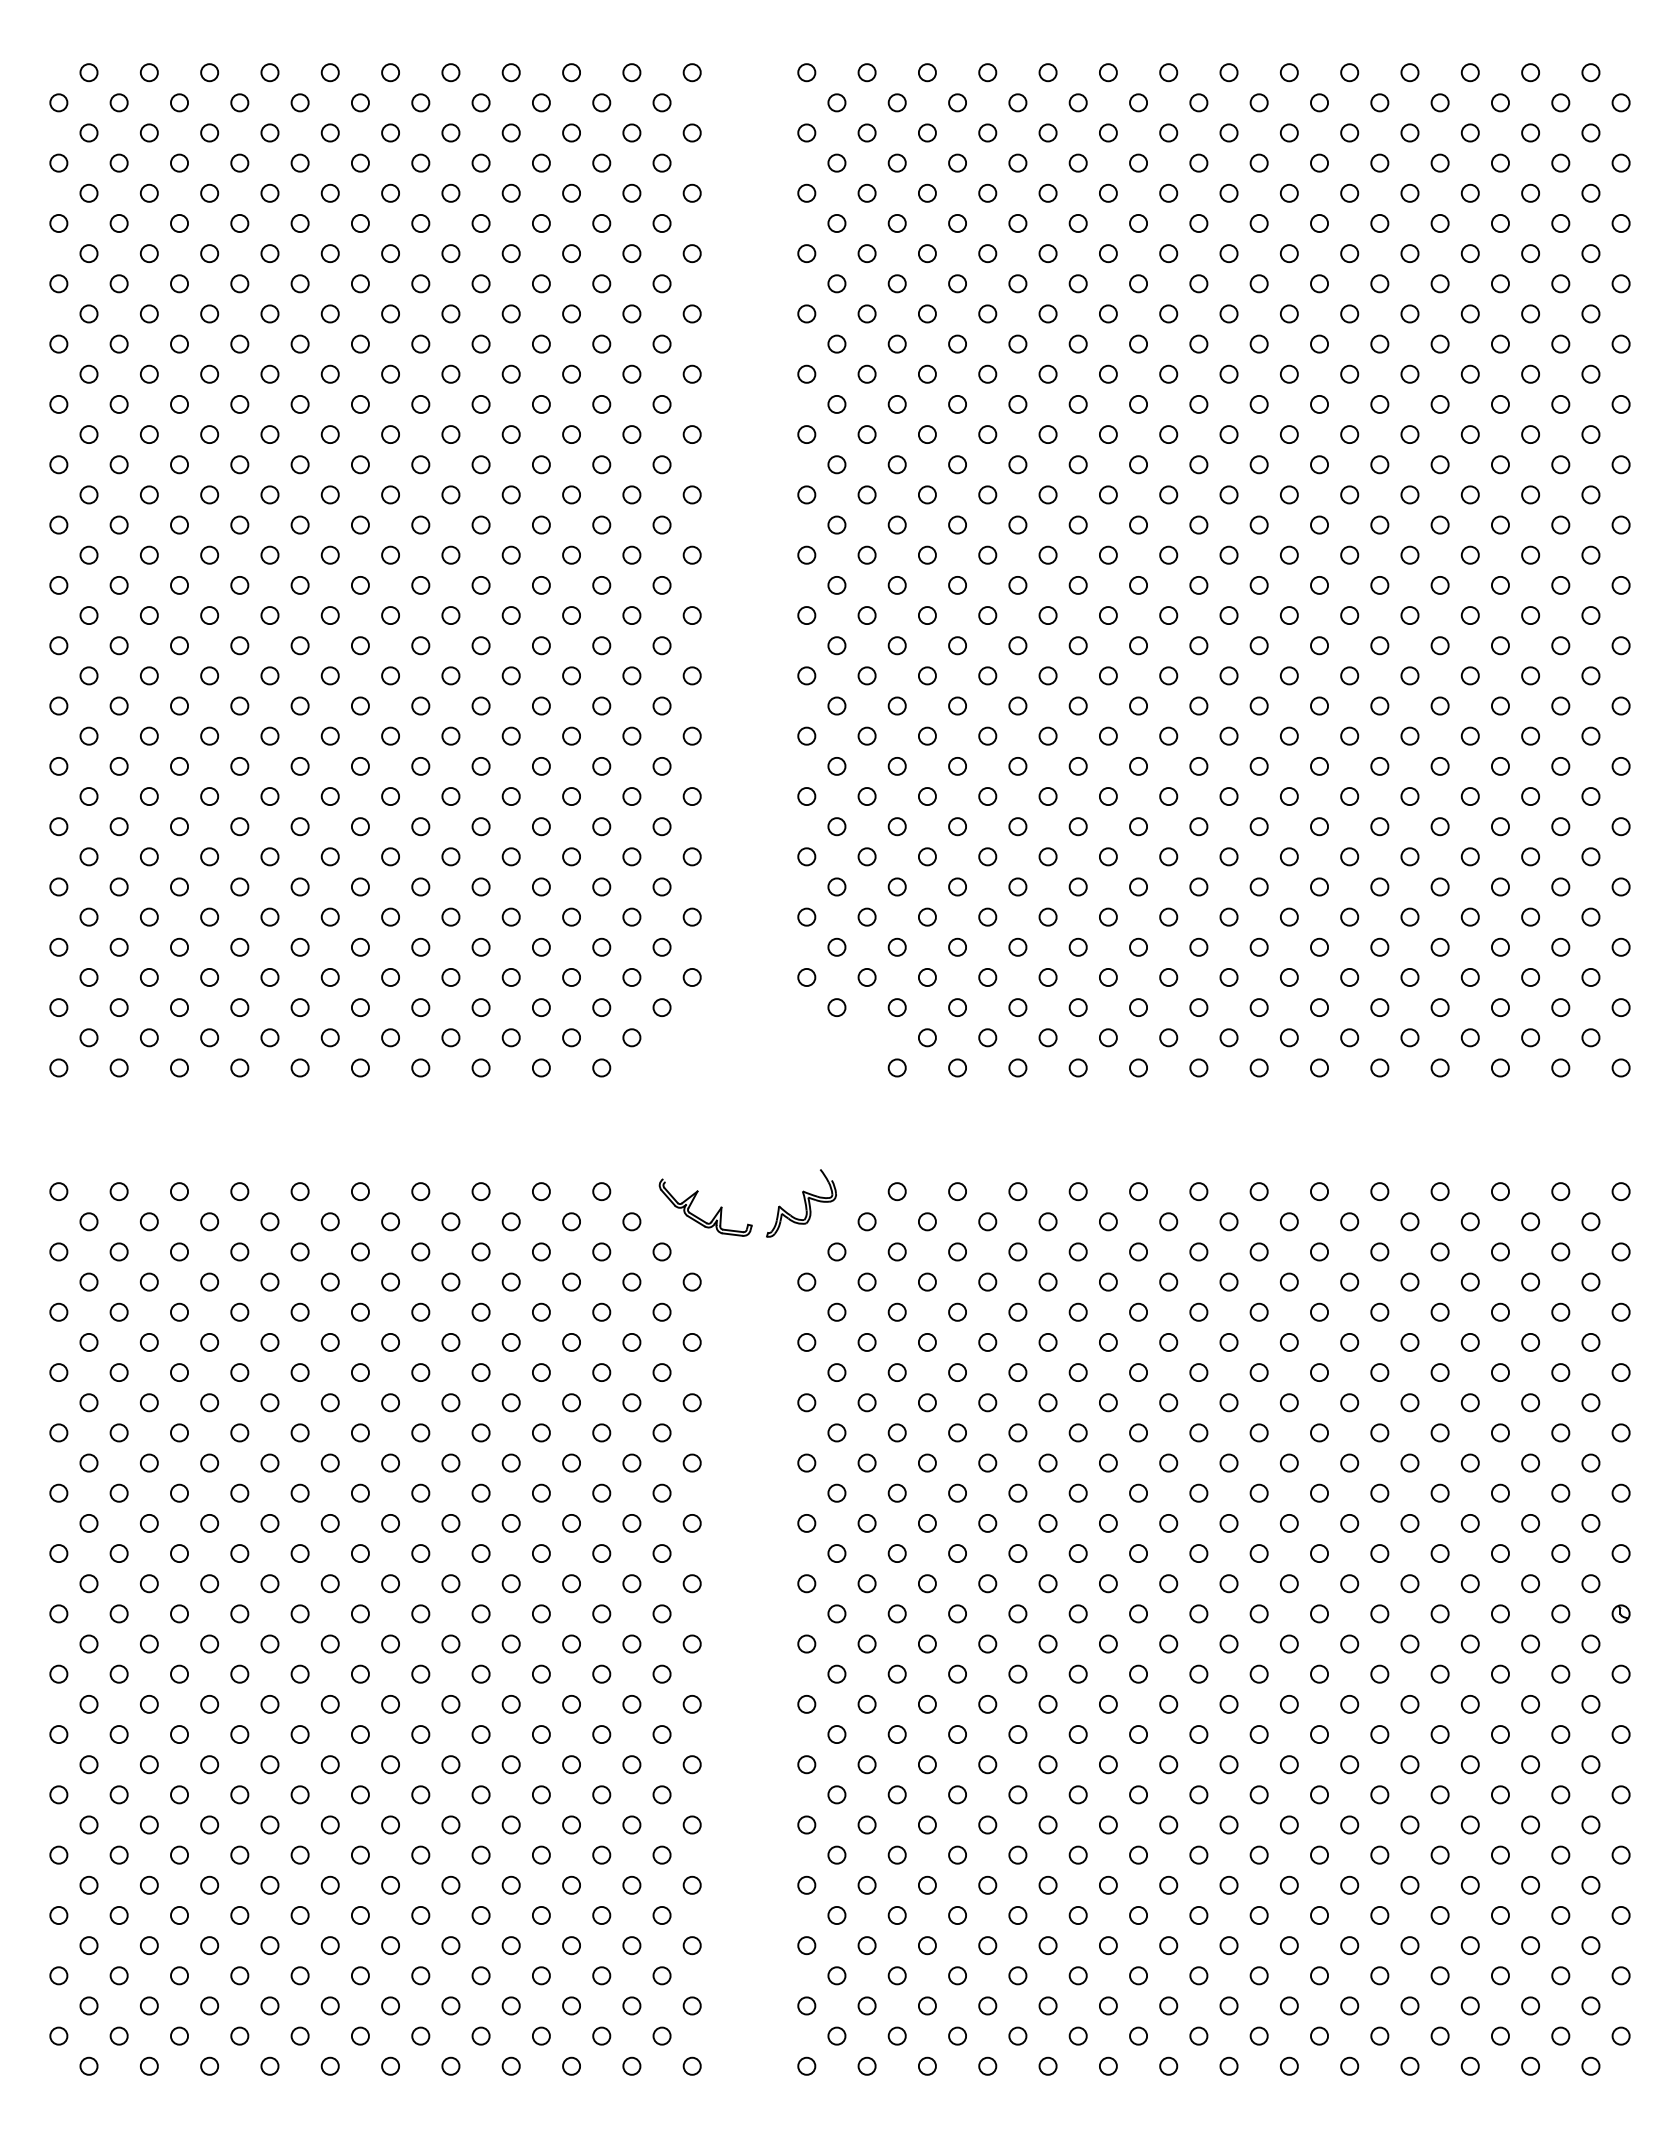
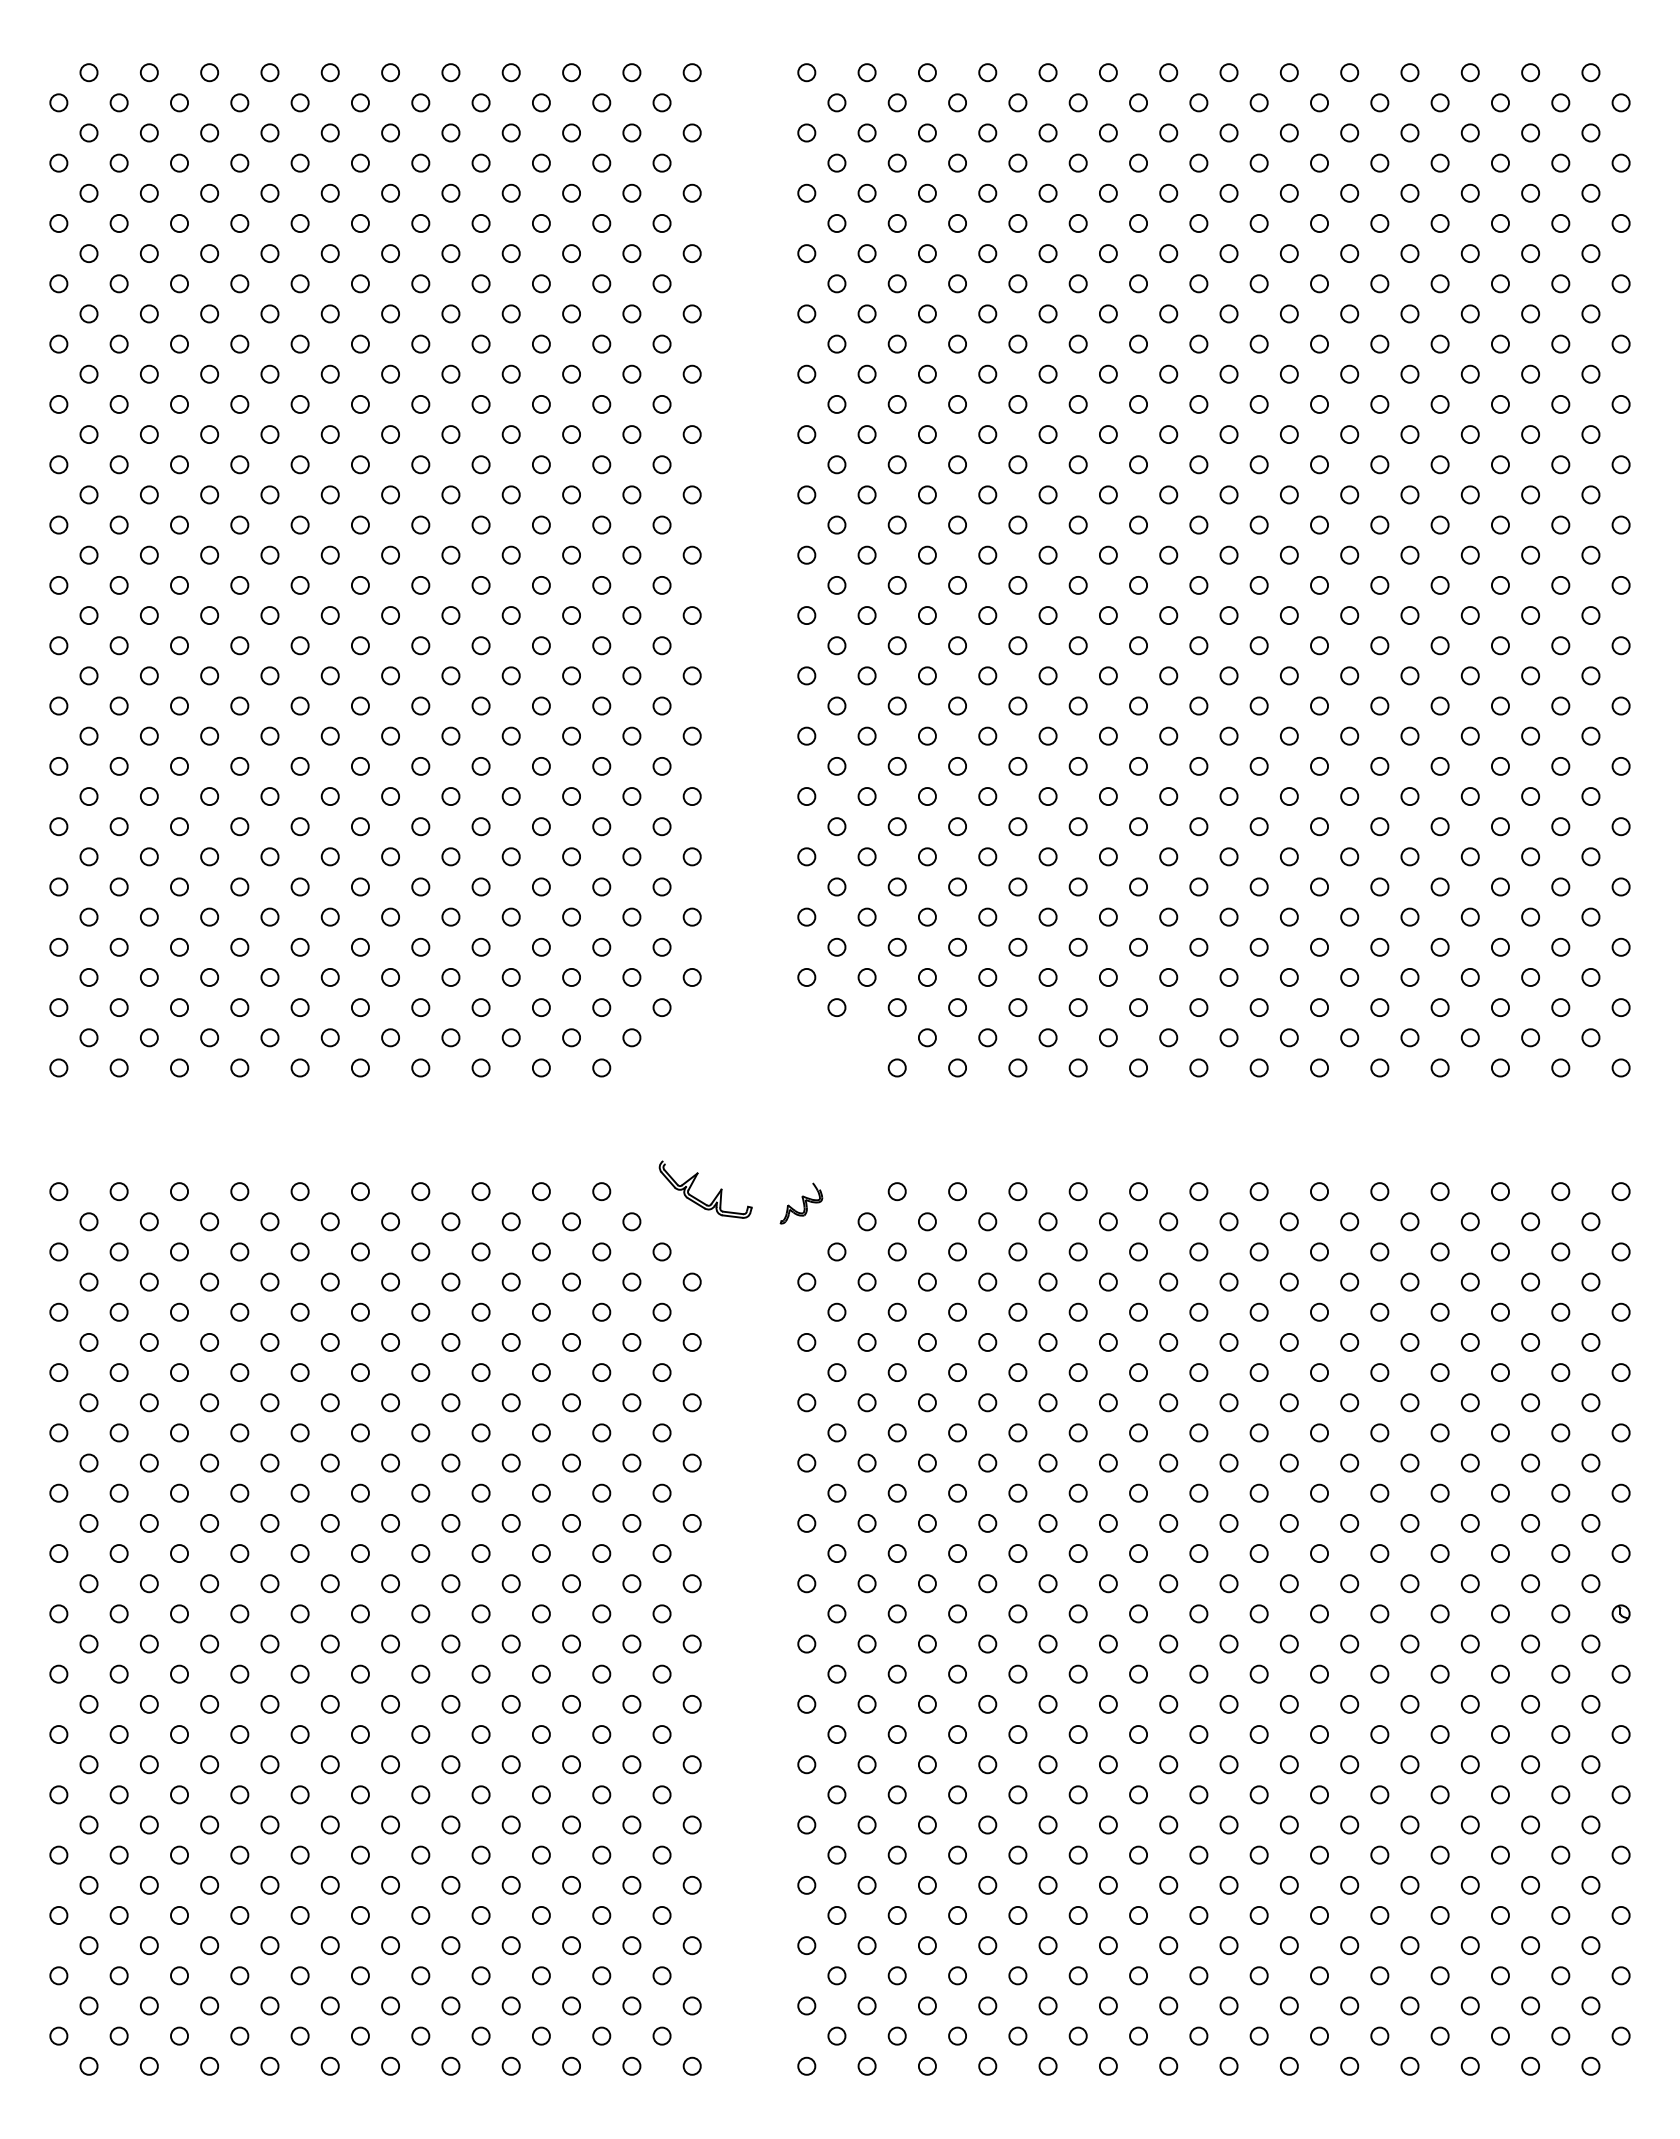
part at (801, 1203) size: 71x69 px -> 45x43 px
part at (699, 1217) position: (699, 1217) -> (699, 1199)
